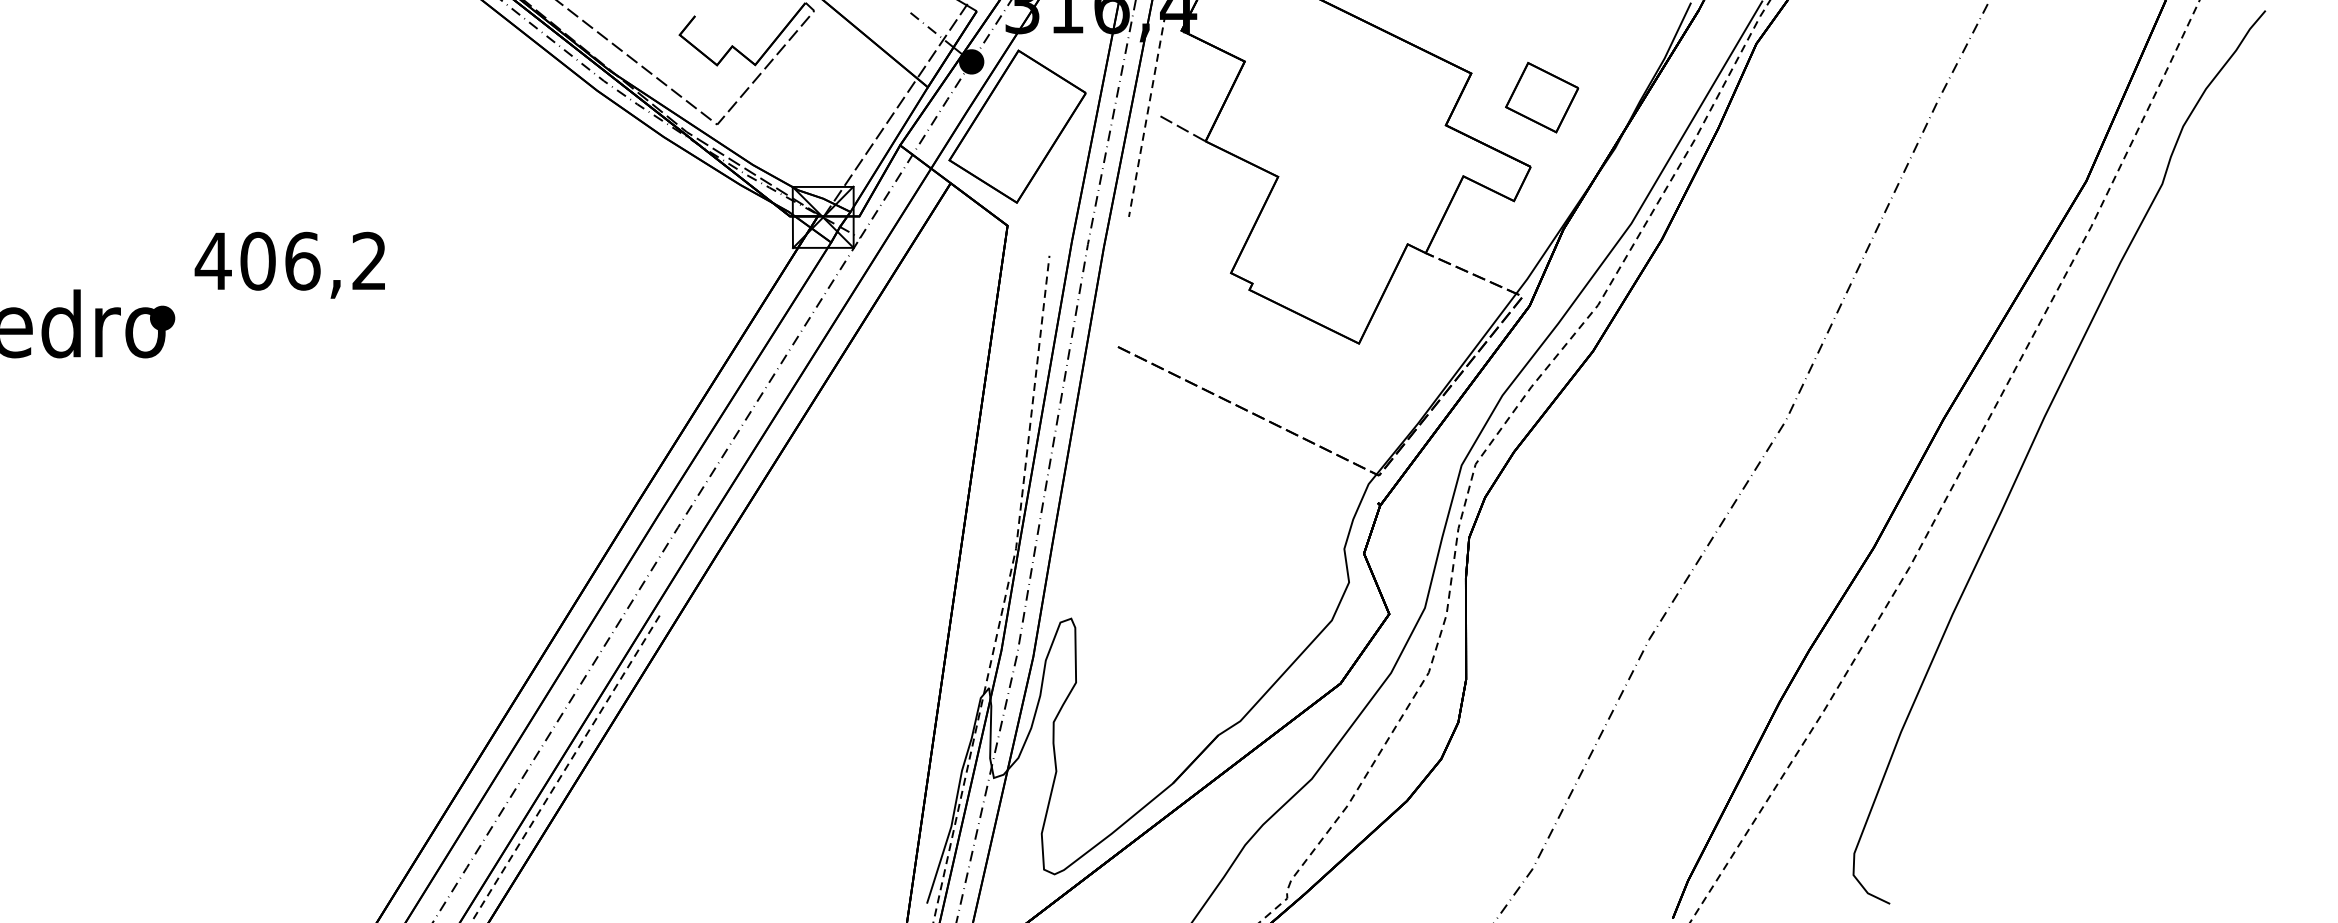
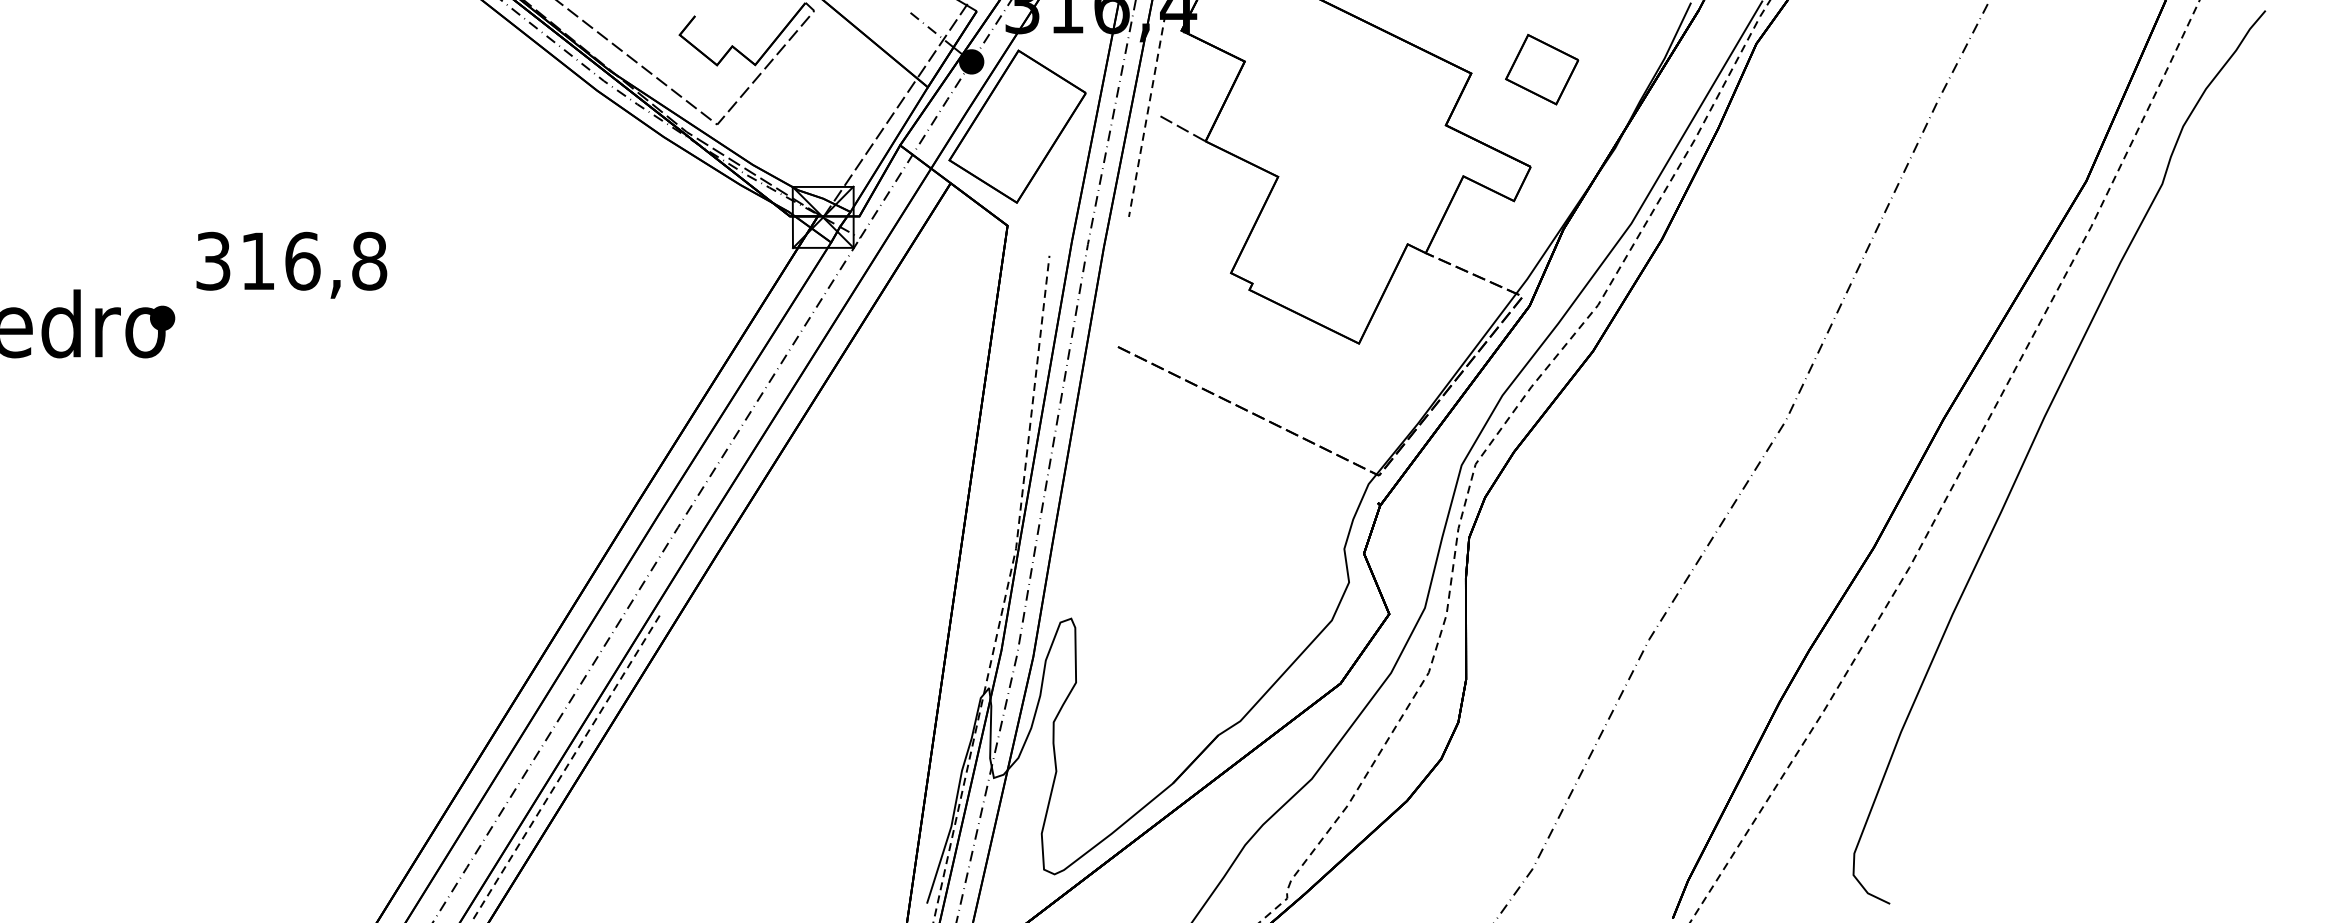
part at (1542, 97) position: (1542, 97) -> (1542, 69)
text at (290, 260): 406,2 -> 316,8
